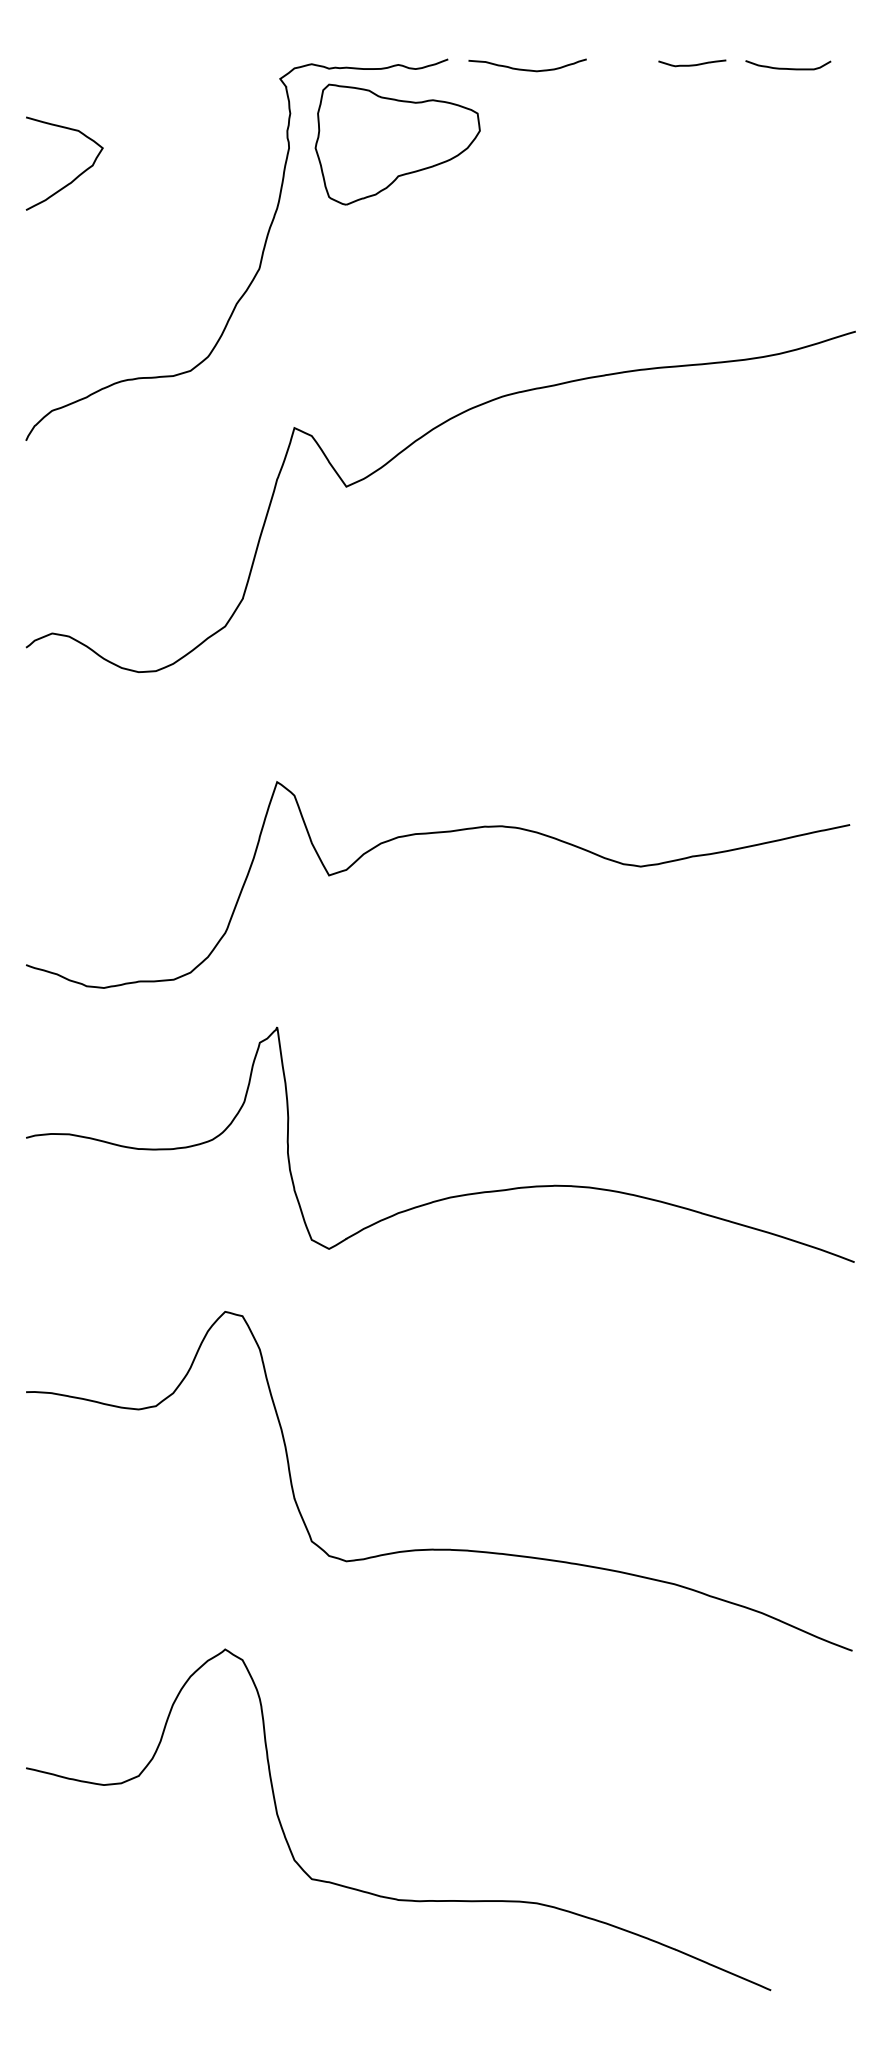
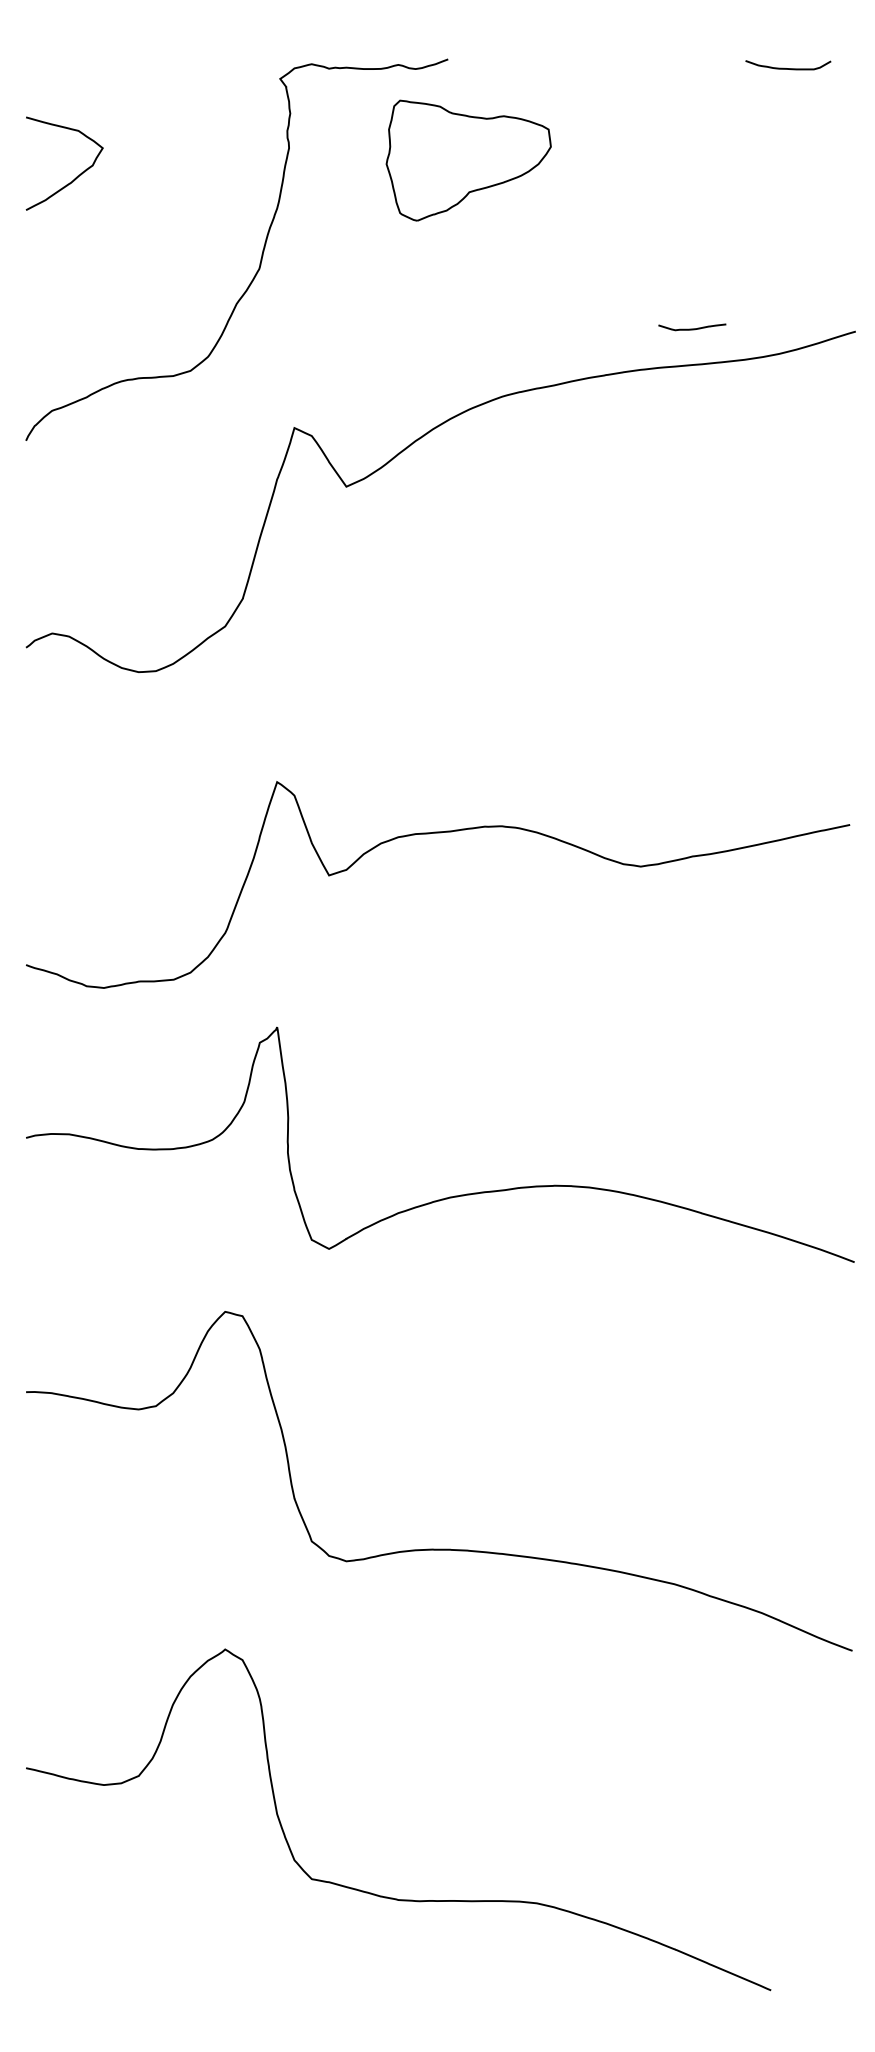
curve at (692, 64) position: (692, 64) -> (692, 328)
curve at (527, 69): present -> none
part at (397, 144) position: (397, 144) -> (468, 160)
